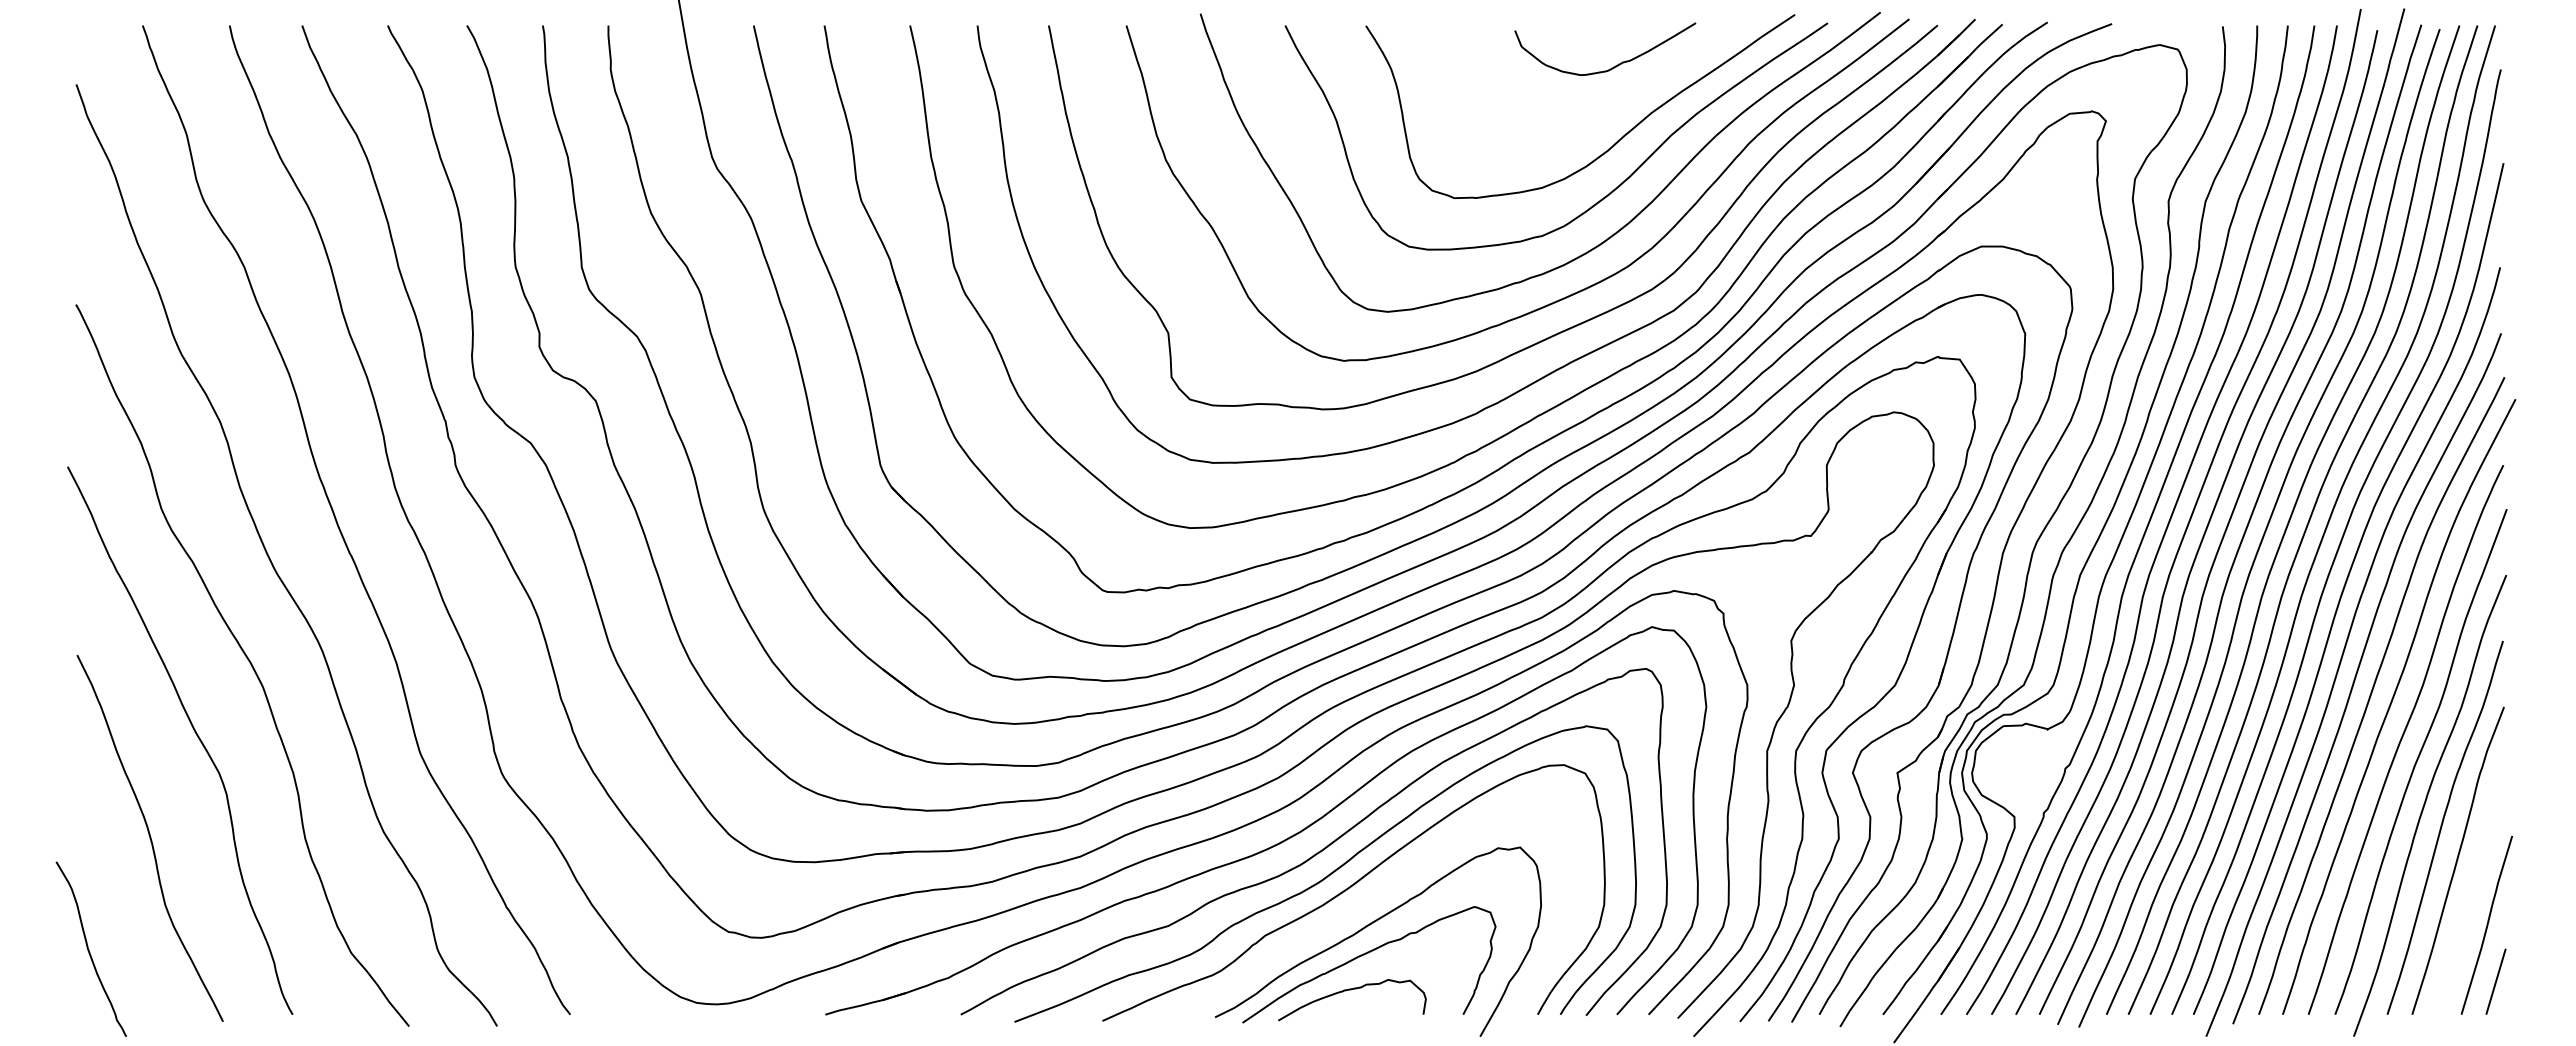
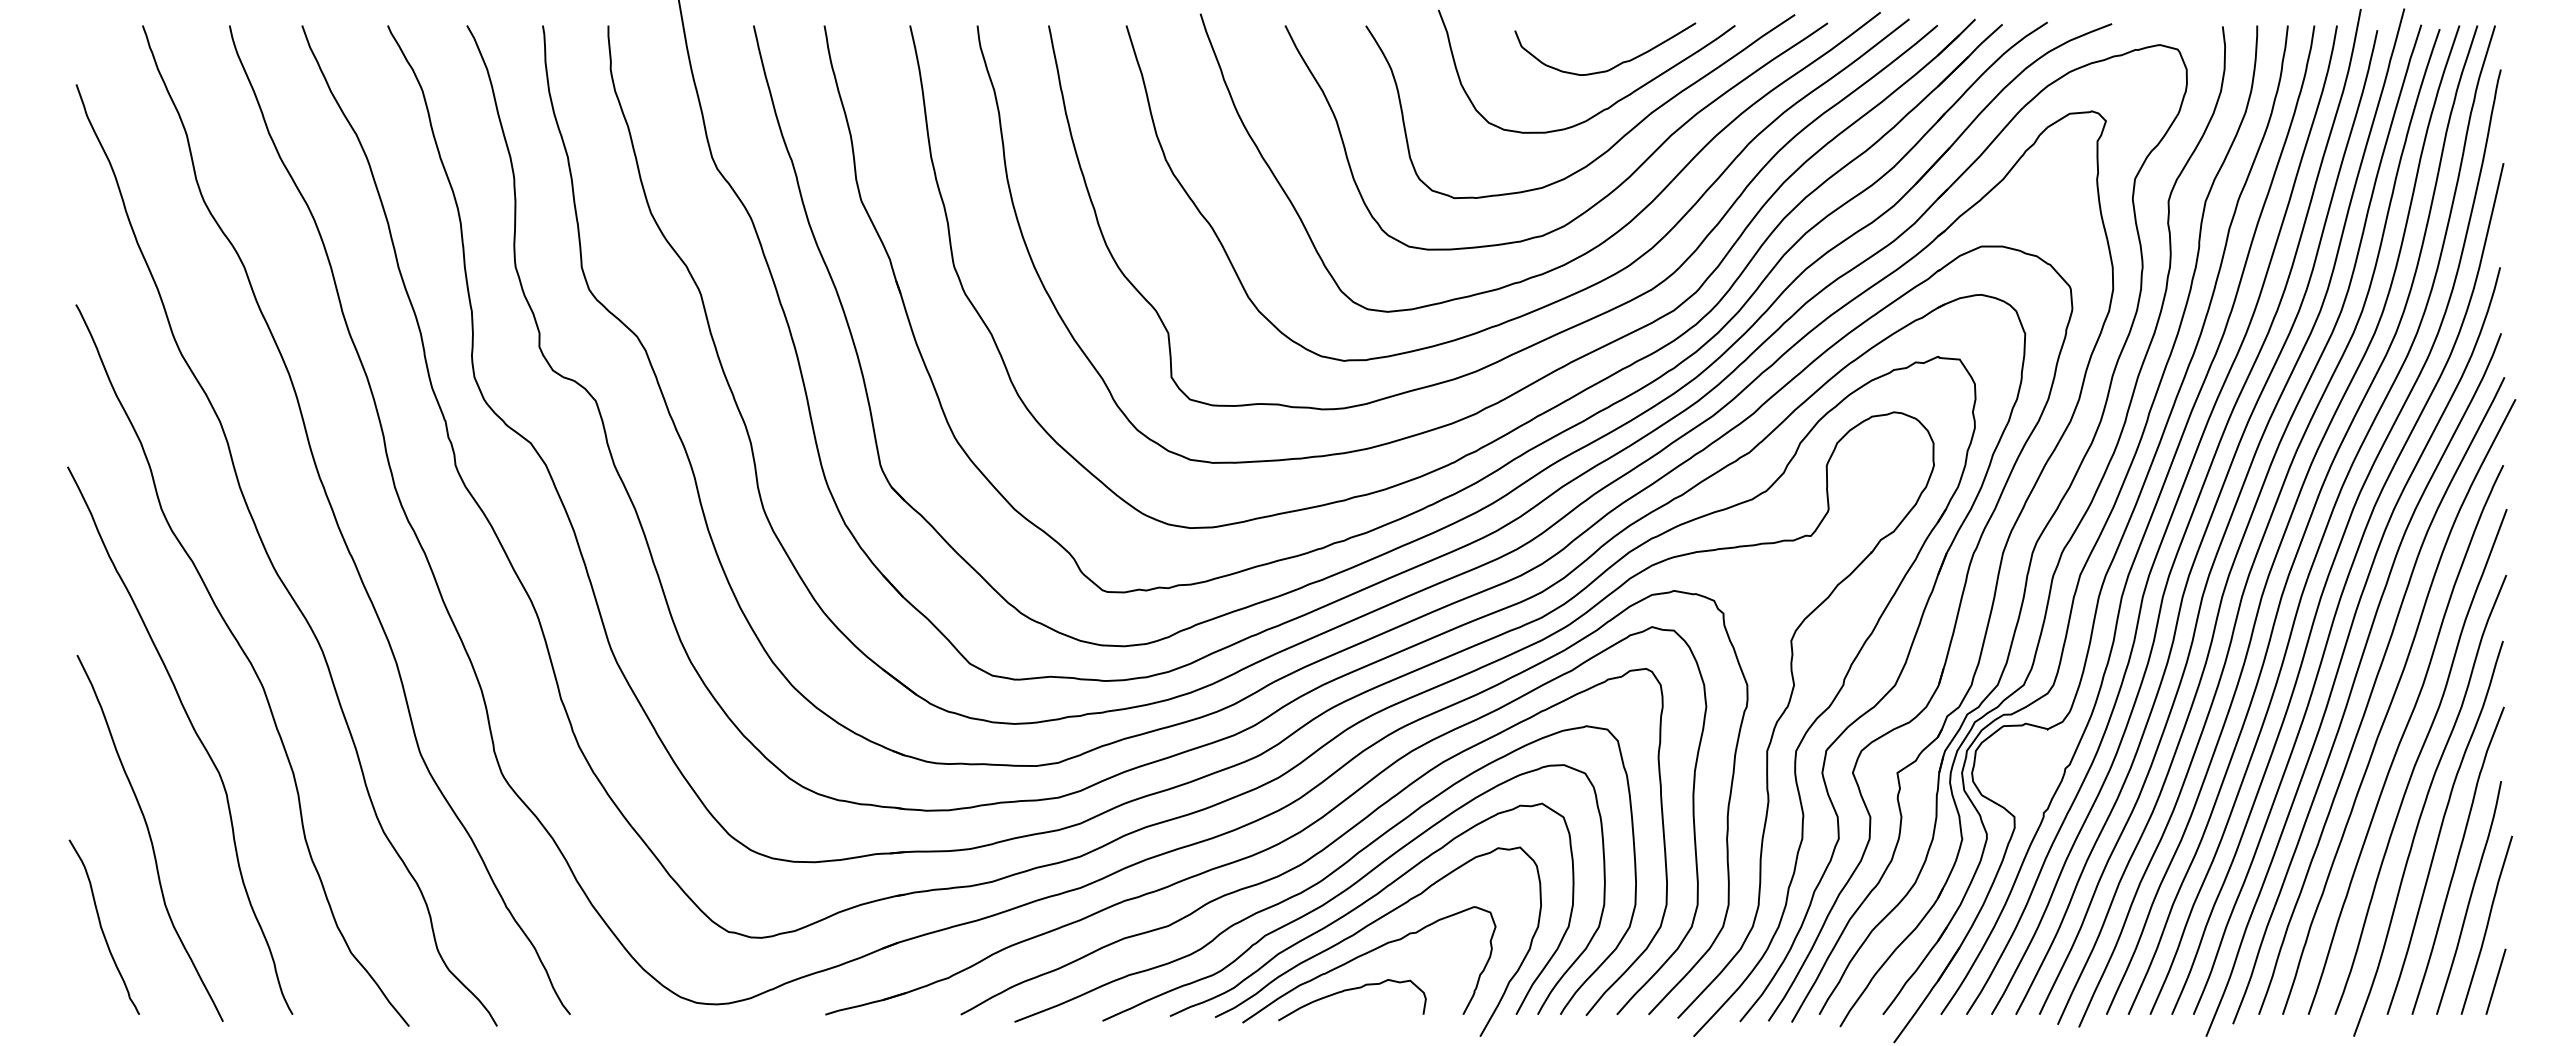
curve at (1604, 108): none -> present
curve at (2469, 897): none -> present
curve at (1366, 902): none -> present
curve at (89, 949) position: (89, 949) -> (102, 927)
